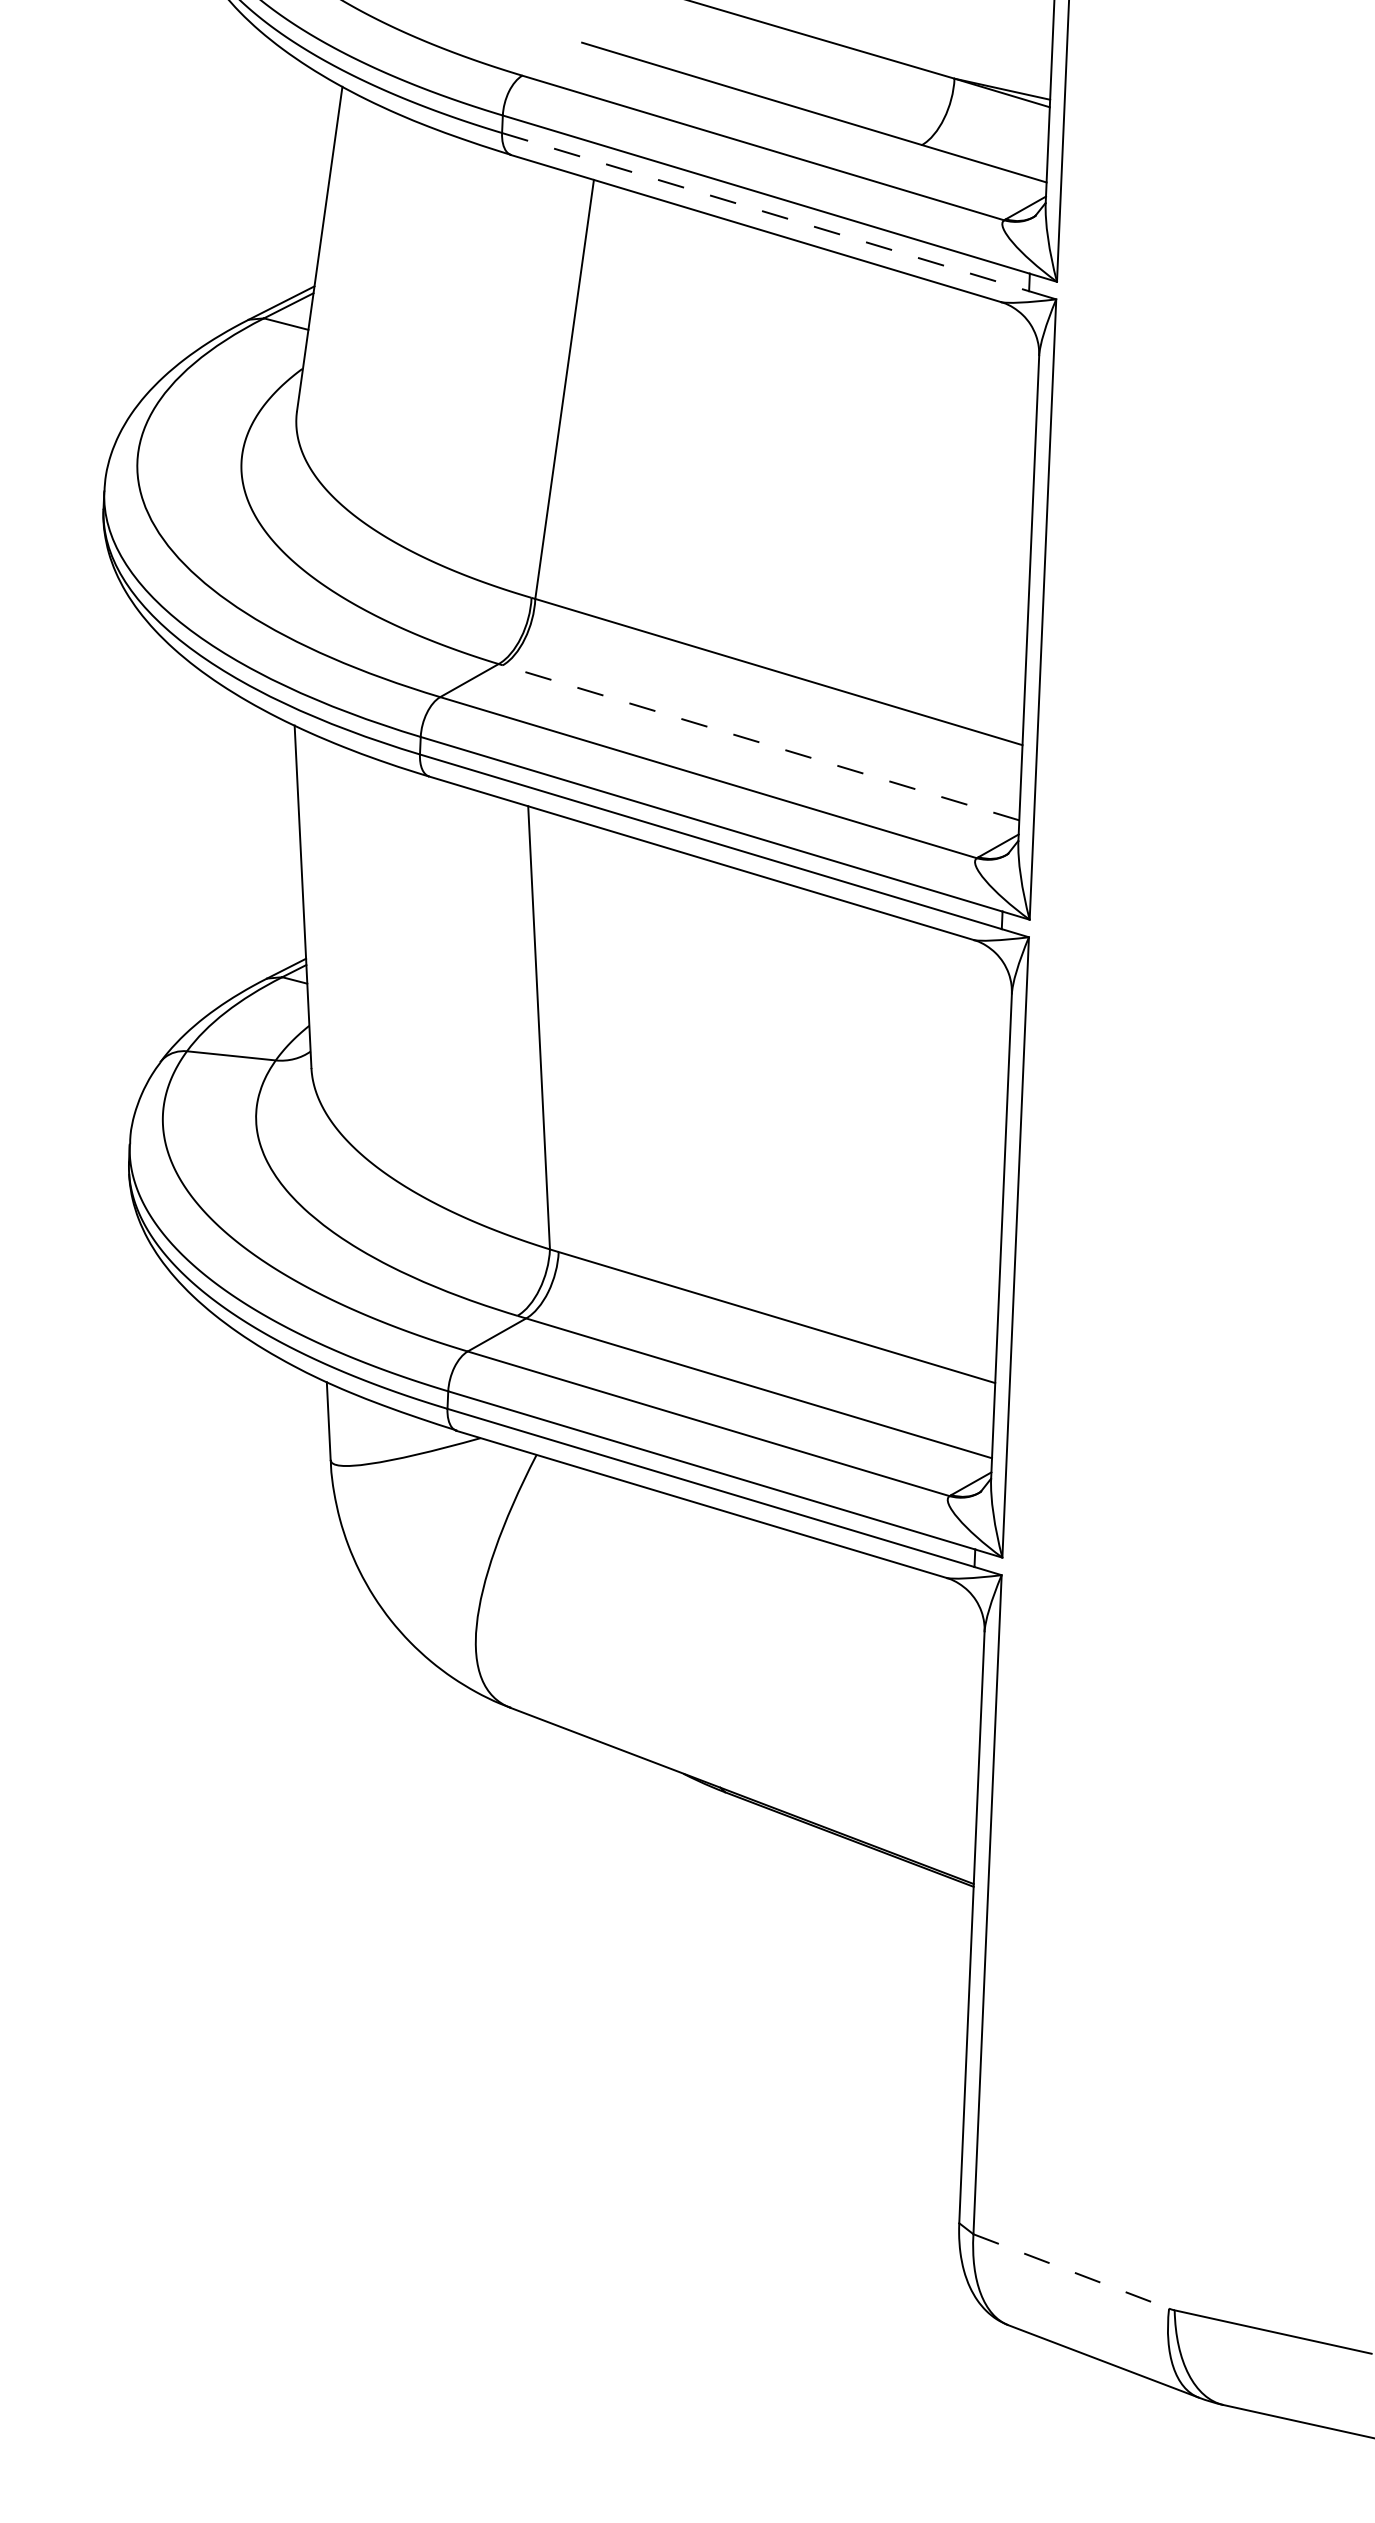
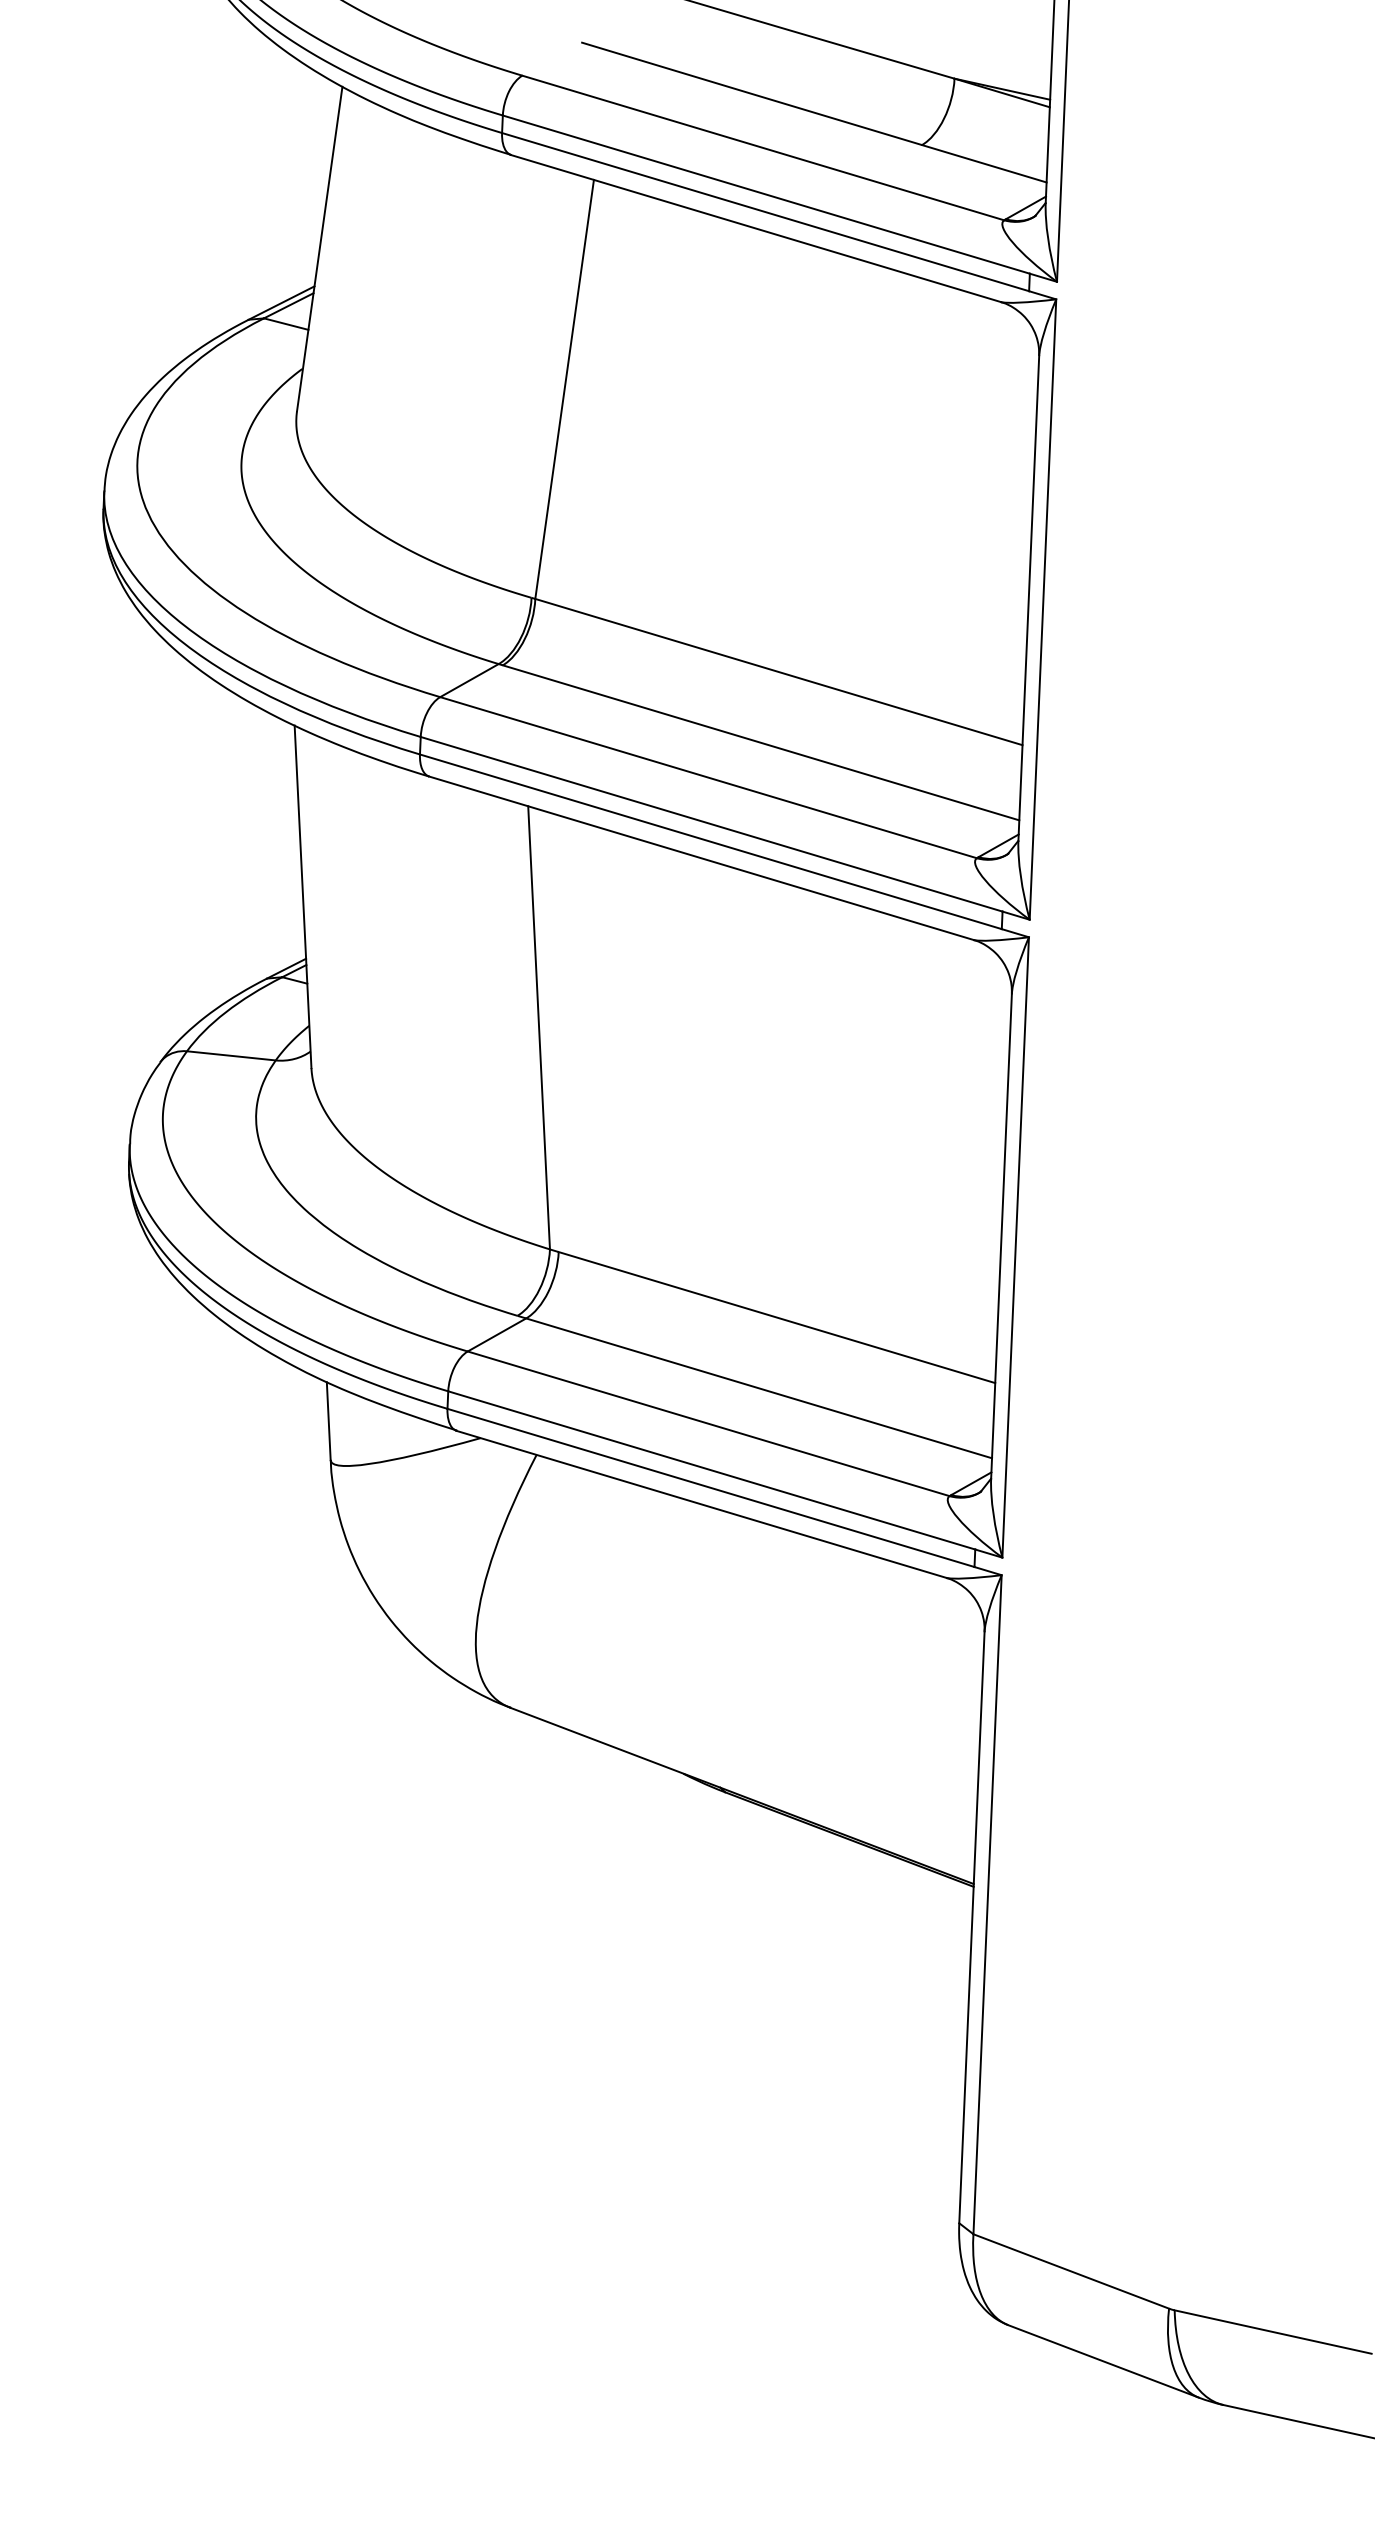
line at (766, 212): dashed -> solid
line at (761, 742): dashed -> solid
line at (1071, 2271): dashed -> solid
